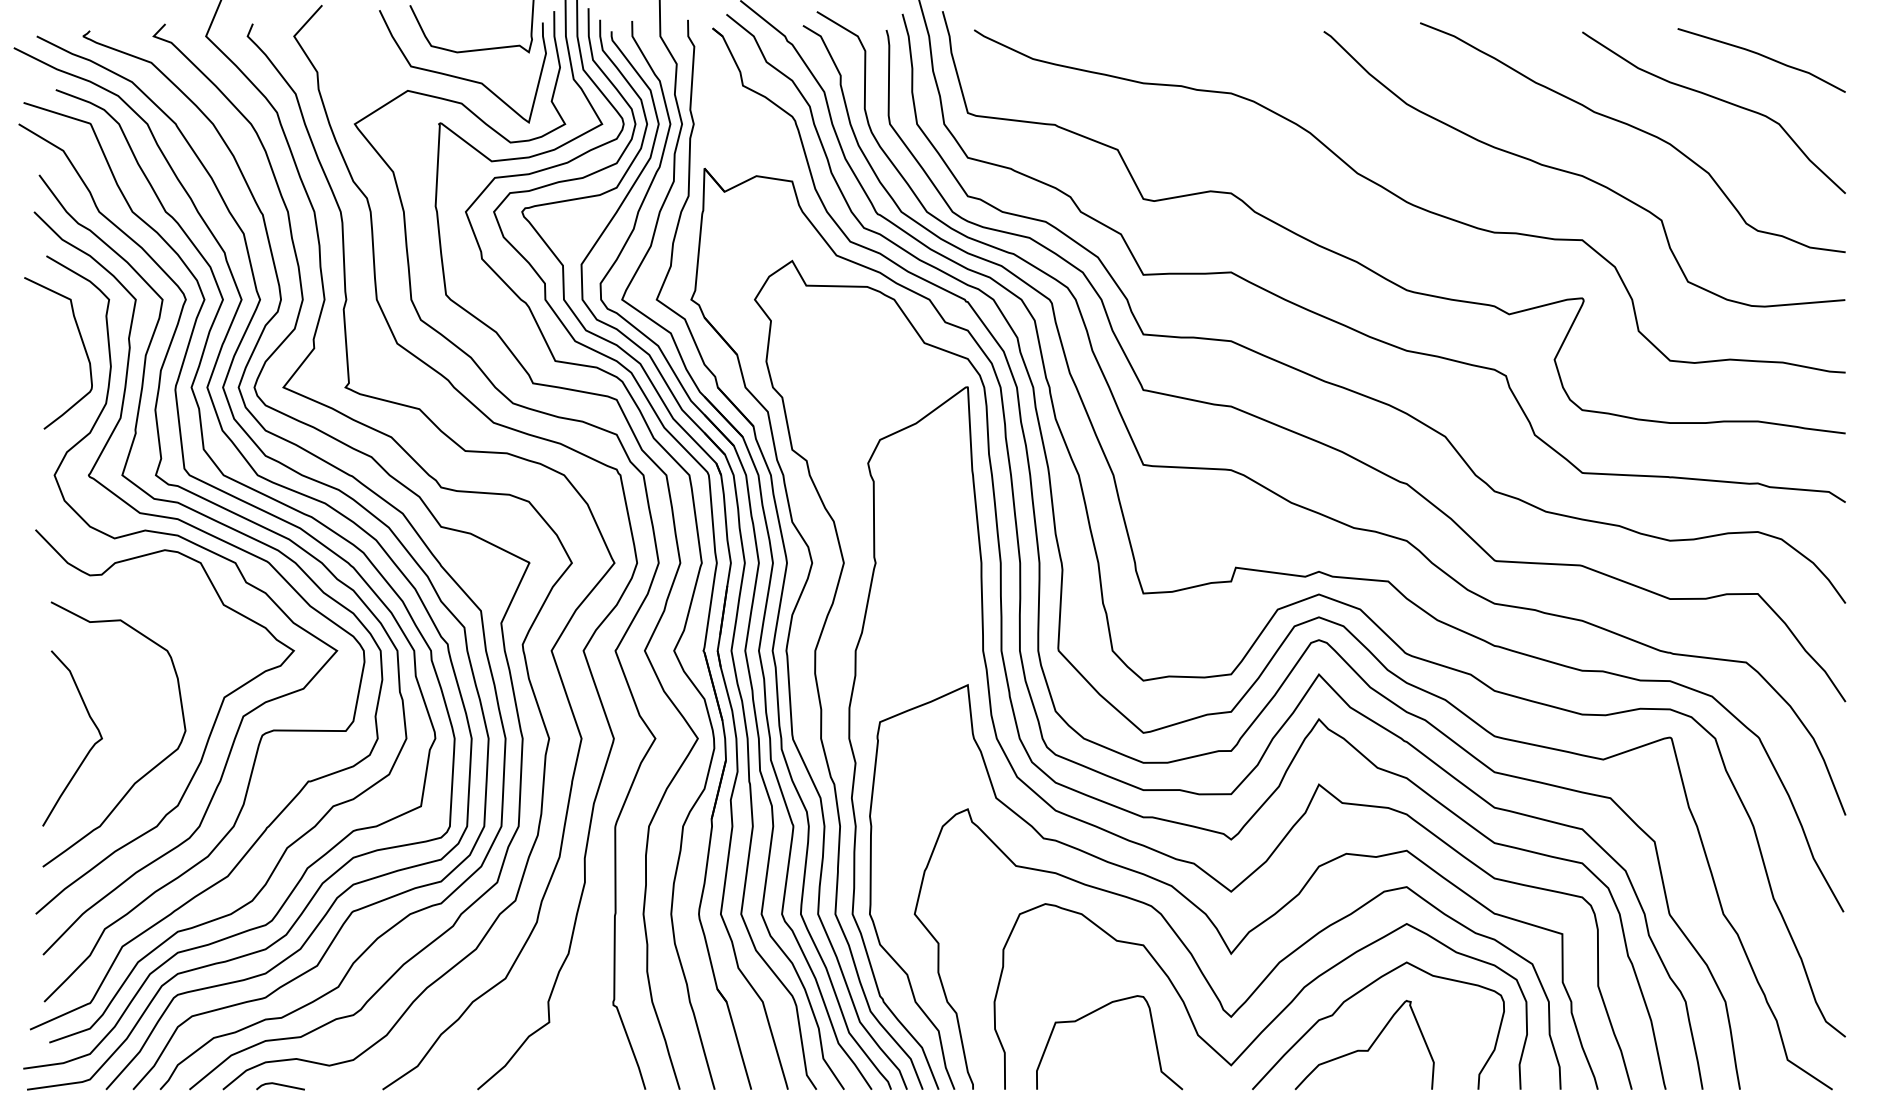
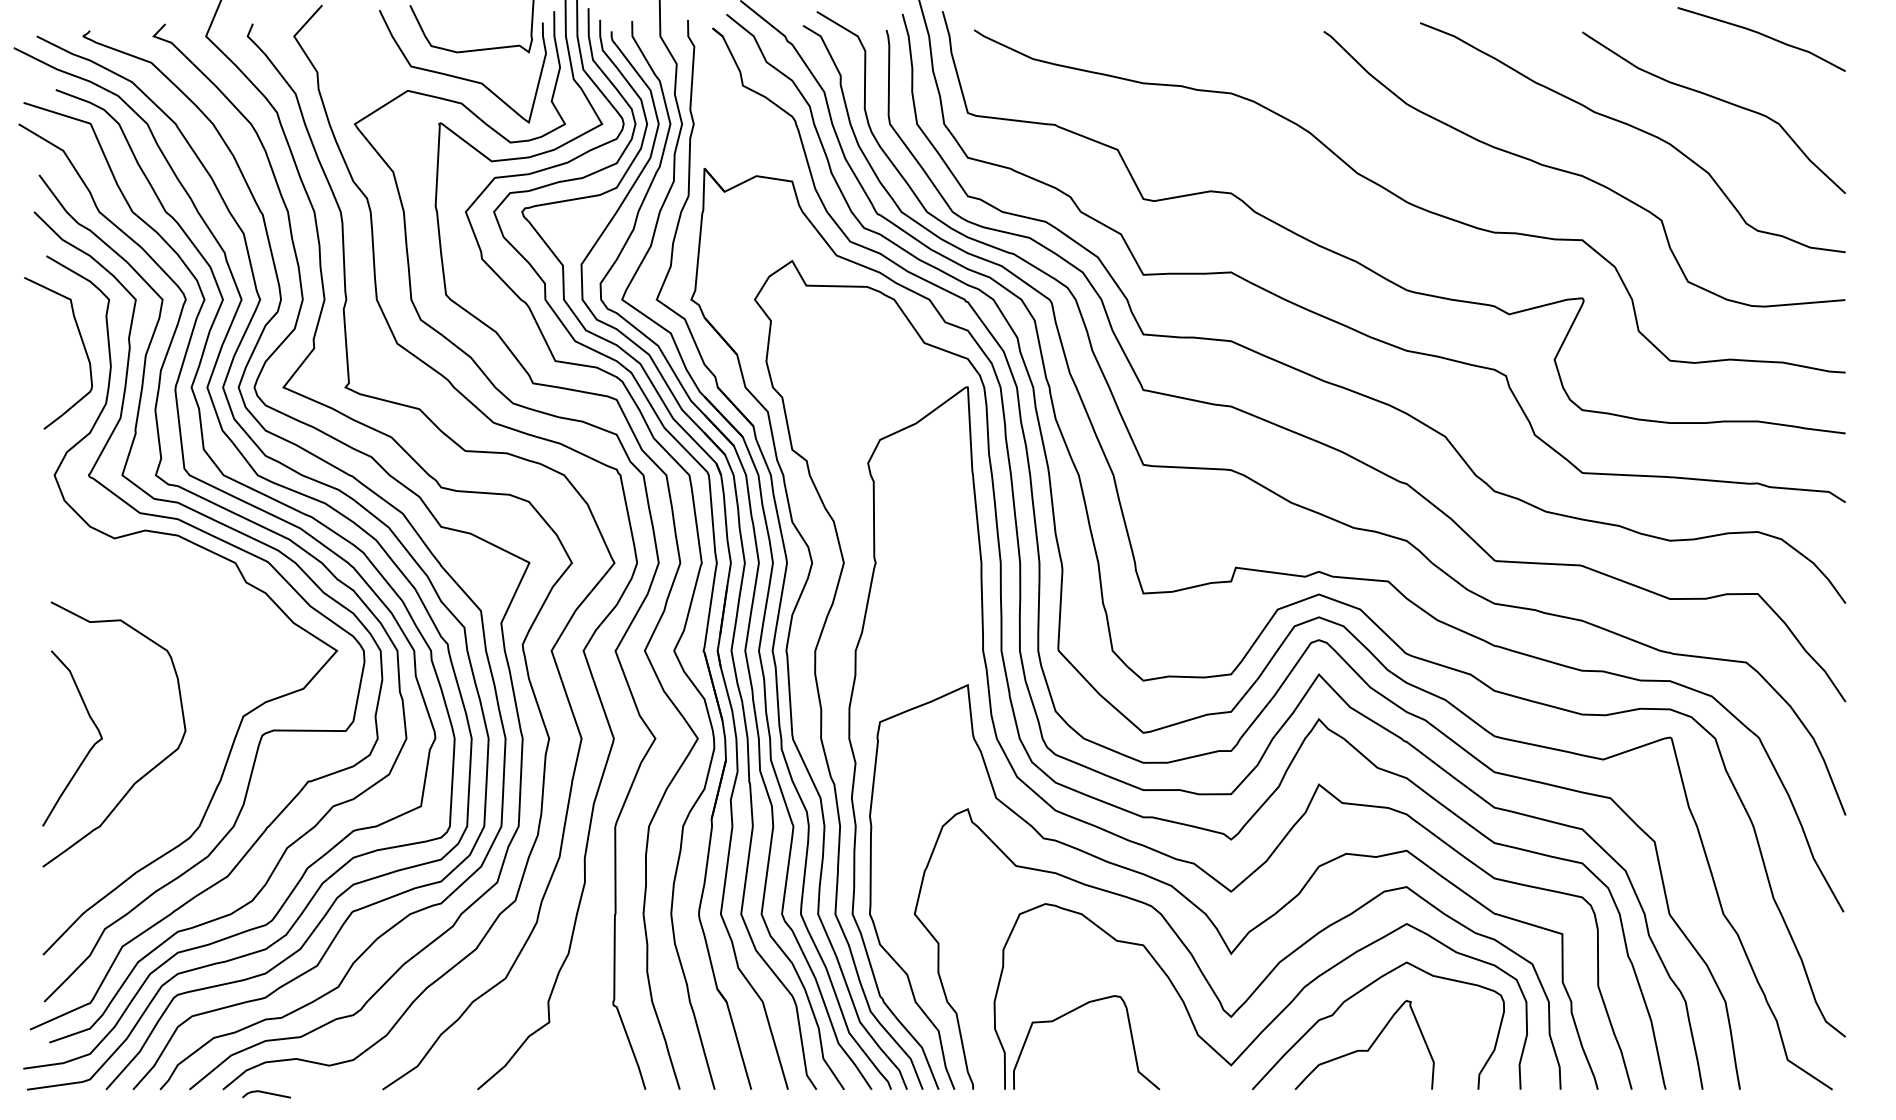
curve at (1761, 56) position: (1761, 56) -> (1761, 35)
curve at (207, 738): present -> none
curve at (1094, 1012) position: (1094, 1012) -> (1071, 1012)
line at (280, 1085) position: (280, 1085) -> (266, 1093)
